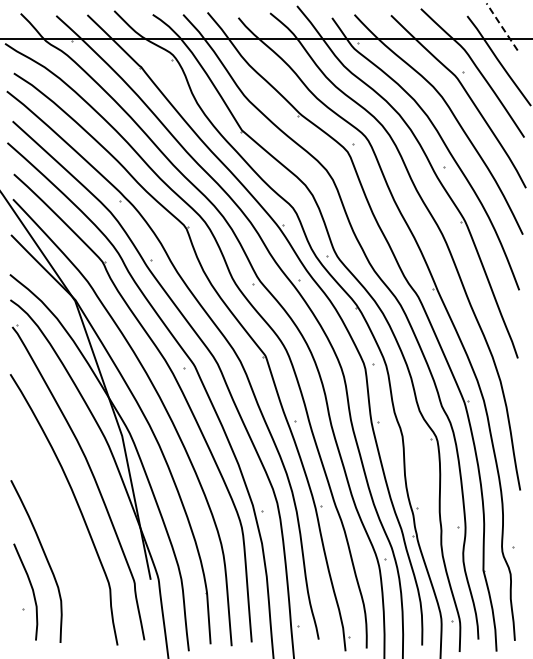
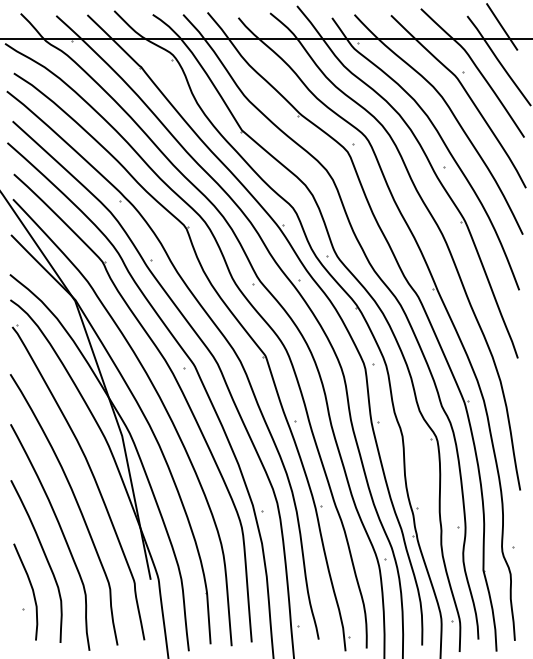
line at (501, 26): dashed -> solid
curve at (61, 532): none -> present
